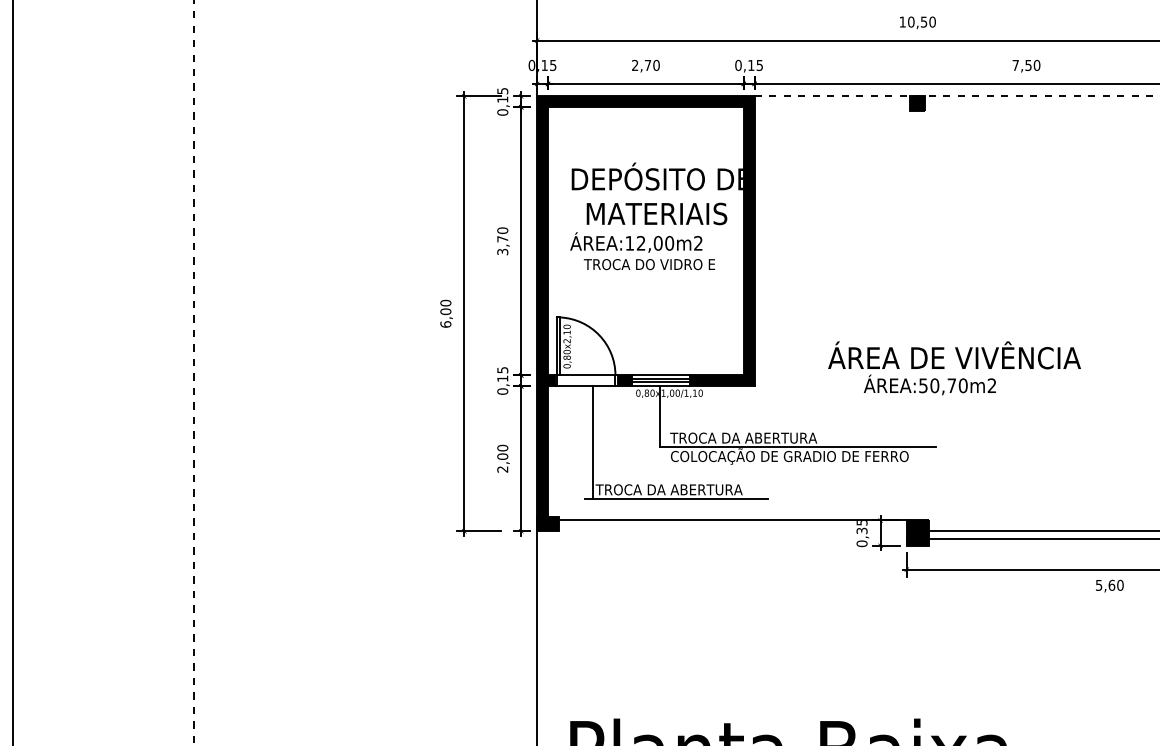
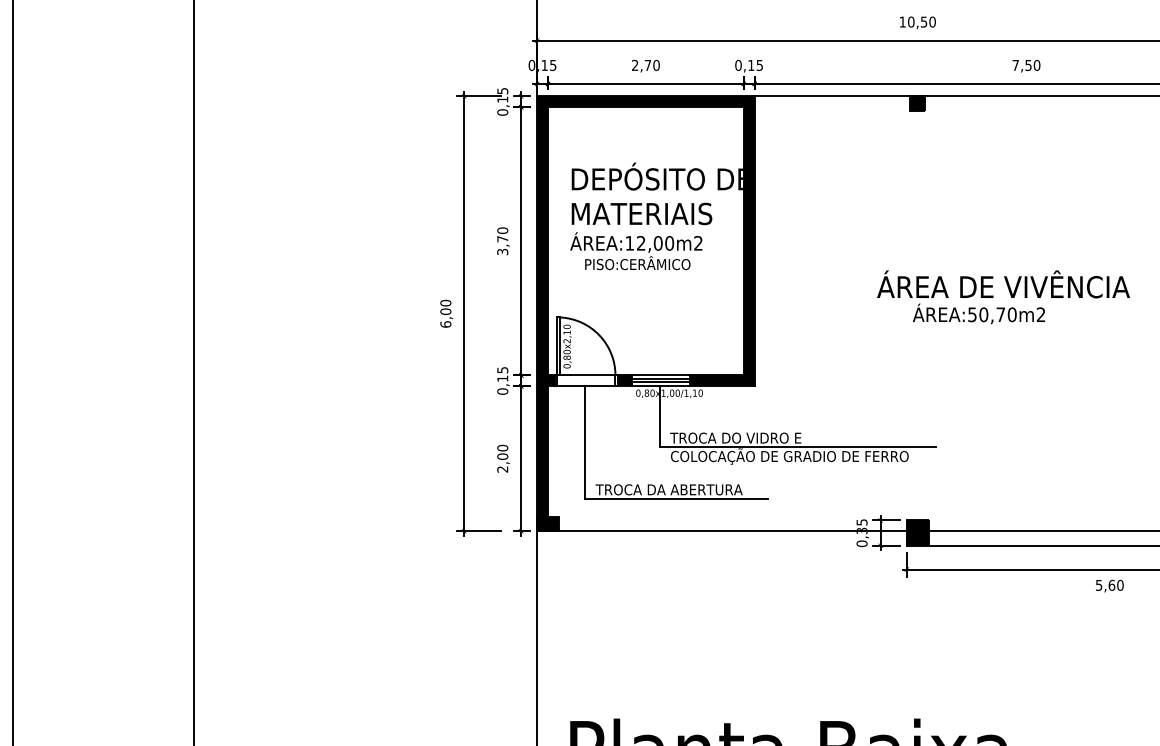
line at (957, 96): dashed -> solid
text at (656, 213) position: (656, 213) -> (641, 213)
text at (649, 263): TROCA DO VIDRO E -> PISO:CERÂMICO
text at (954, 368) position: (954, 368) -> (1003, 297)
line at (194, 372): dashed -> solid
text at (774, 437): TROCA DA ABERTURA -> TROCA DO VIDRO E
line at (593, 442) position: (593, 442) -> (585, 442)
line at (721, 520) position: (721, 520) -> (721, 531)
line at (1042, 538) position: (1042, 538) -> (1042, 545)
